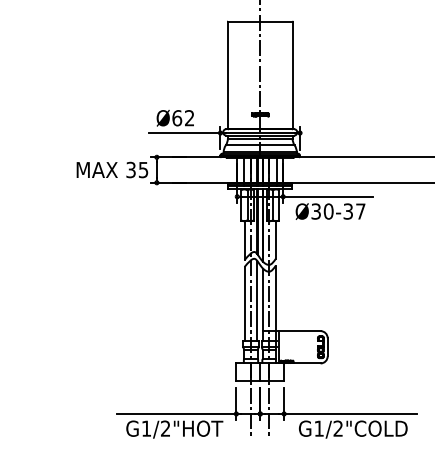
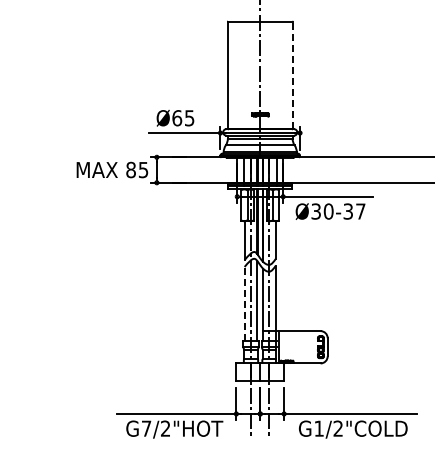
line at (292, 75): solid -> dashed
text at (189, 118): Ø62 -> Ø65
text at (130, 169): 35 -> 85
line at (244, 303): solid -> dashed
text at (146, 428): G1/2"HOT -> G7/2"HOT
